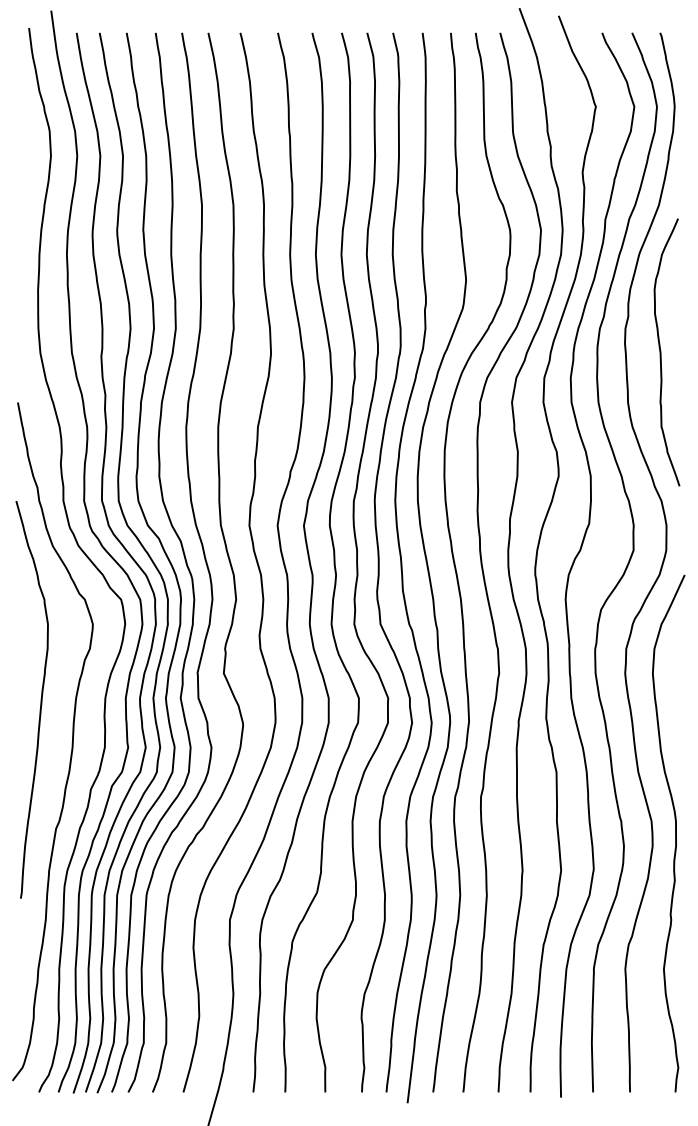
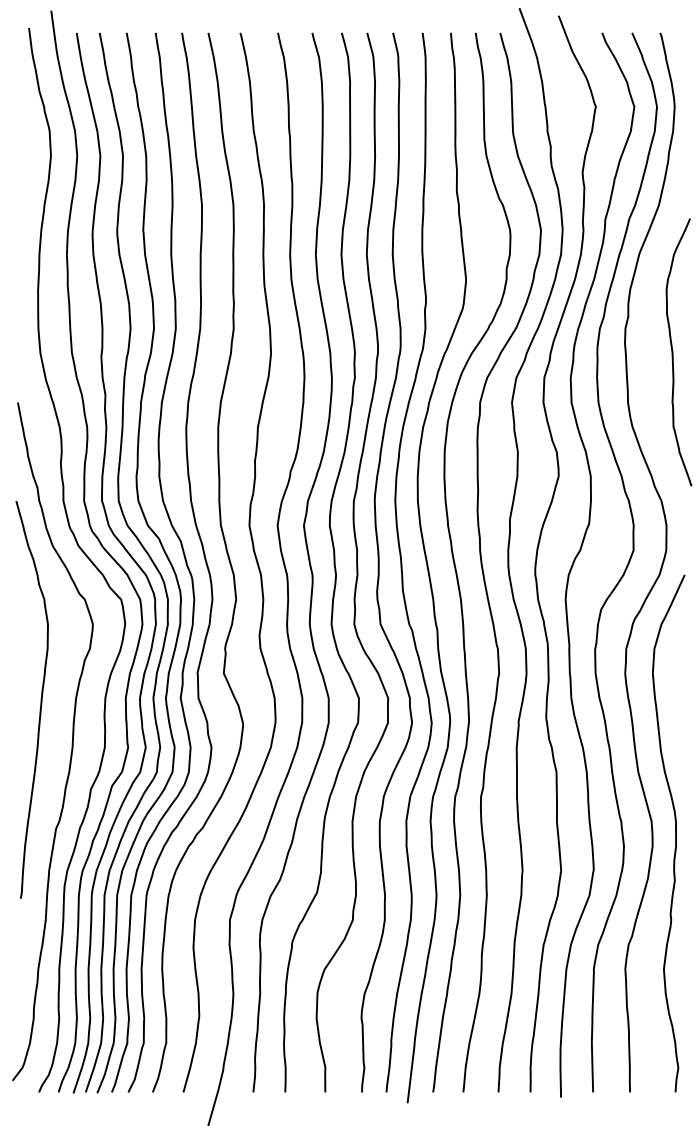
curve at (661, 352) position: (661, 352) -> (673, 352)
